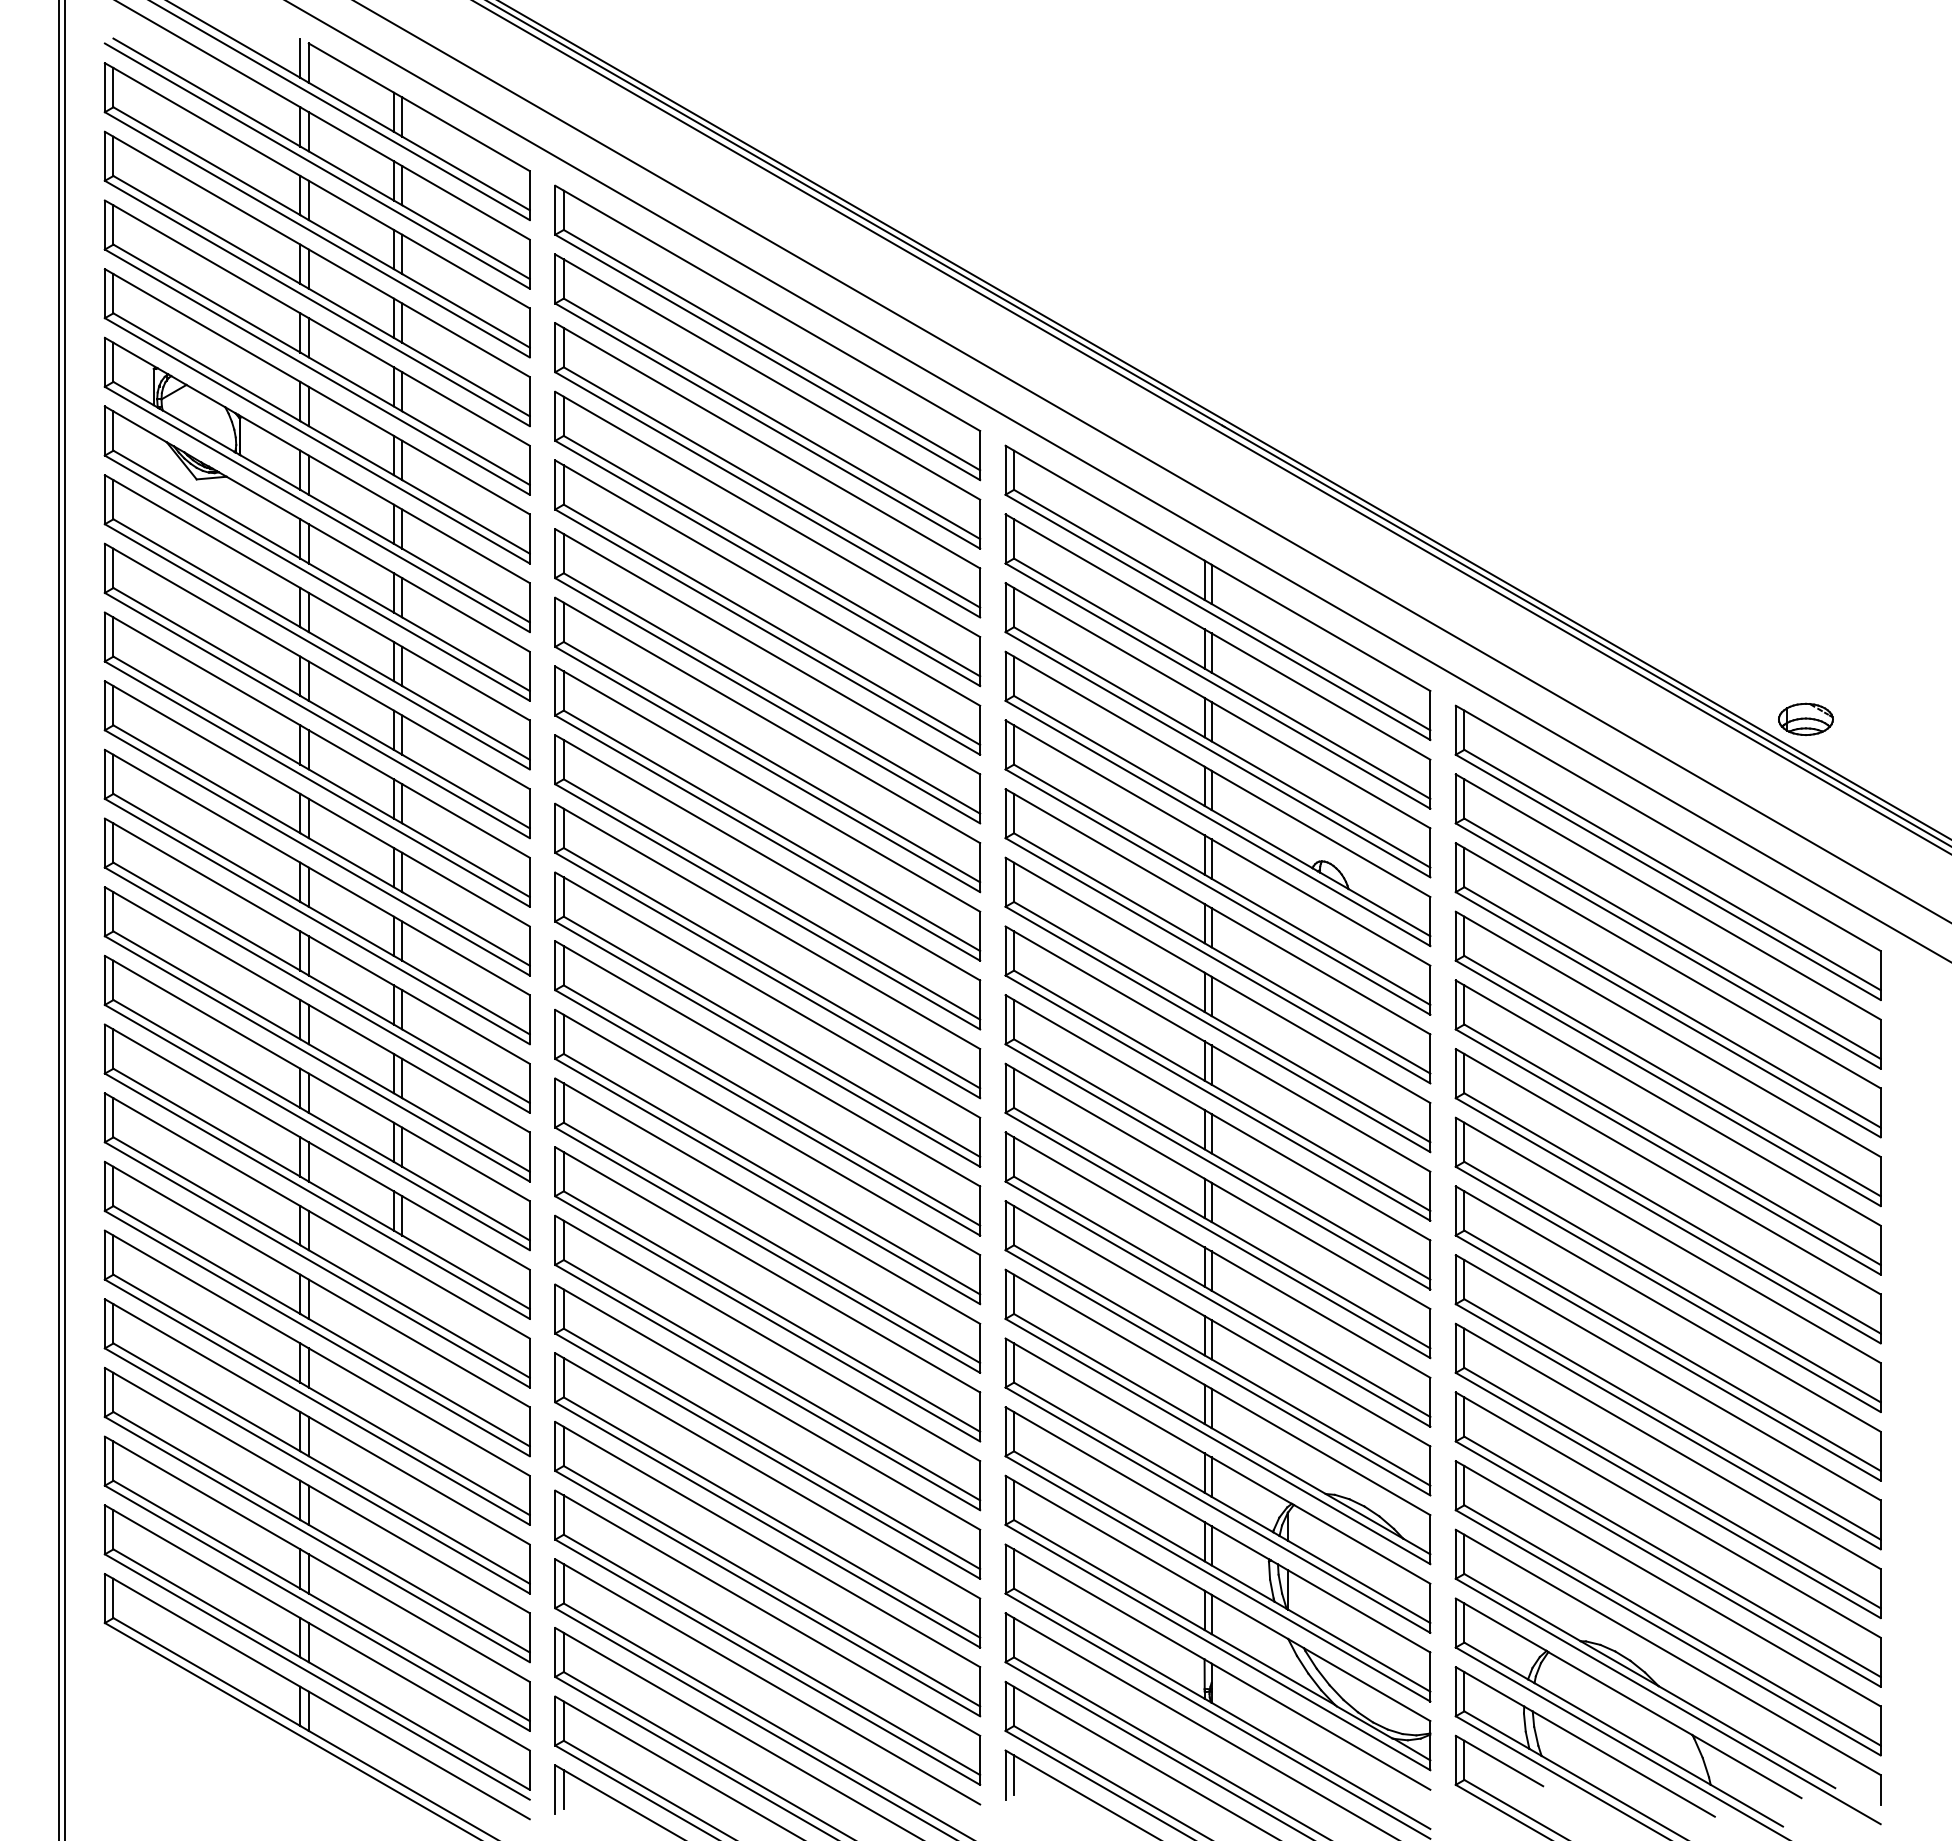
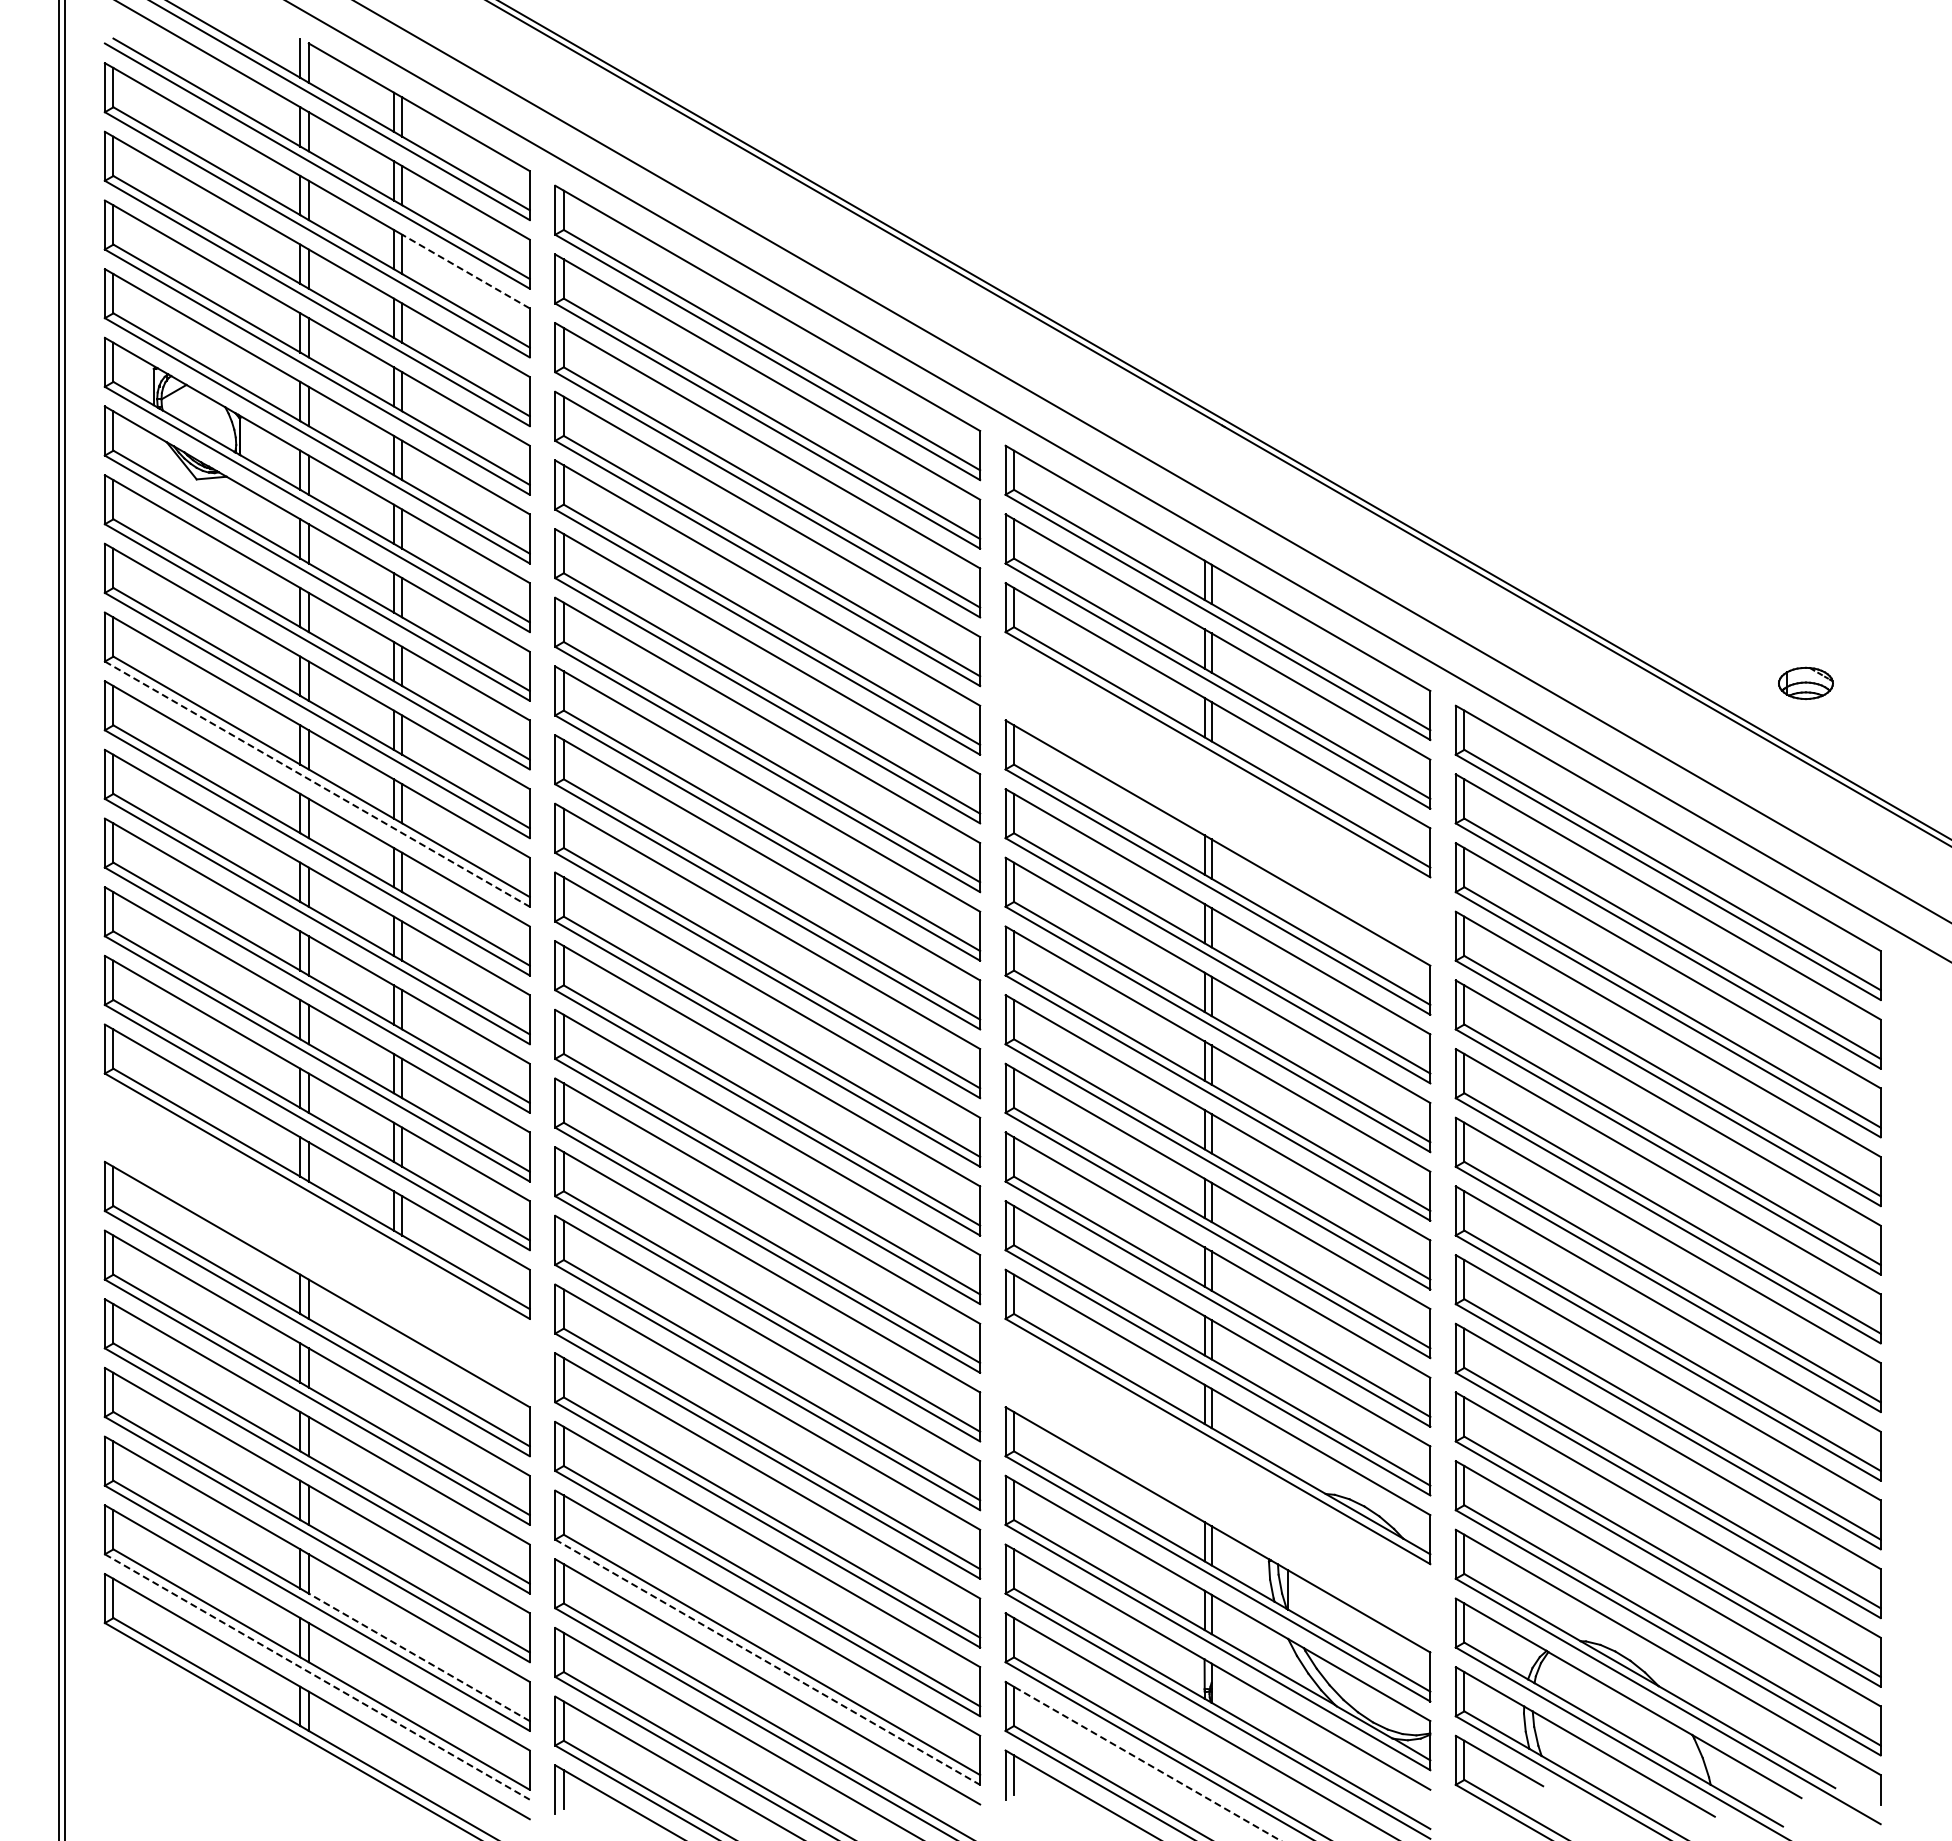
line at (466, 271): solid -> dashed
line at (1211, 427): present -> none
part at (1805, 718) position: (1805, 718) -> (1805, 682)
line at (317, 784): solid -> dashed
part at (1217, 798): present -> none
part at (316, 1240): present -> none
part at (1217, 1485): present -> none
line at (419, 1657): solid -> dashed
line at (768, 1662): solid -> dashed
line at (317, 1677): solid -> dashed
line at (1147, 1763): solid -> dashed
